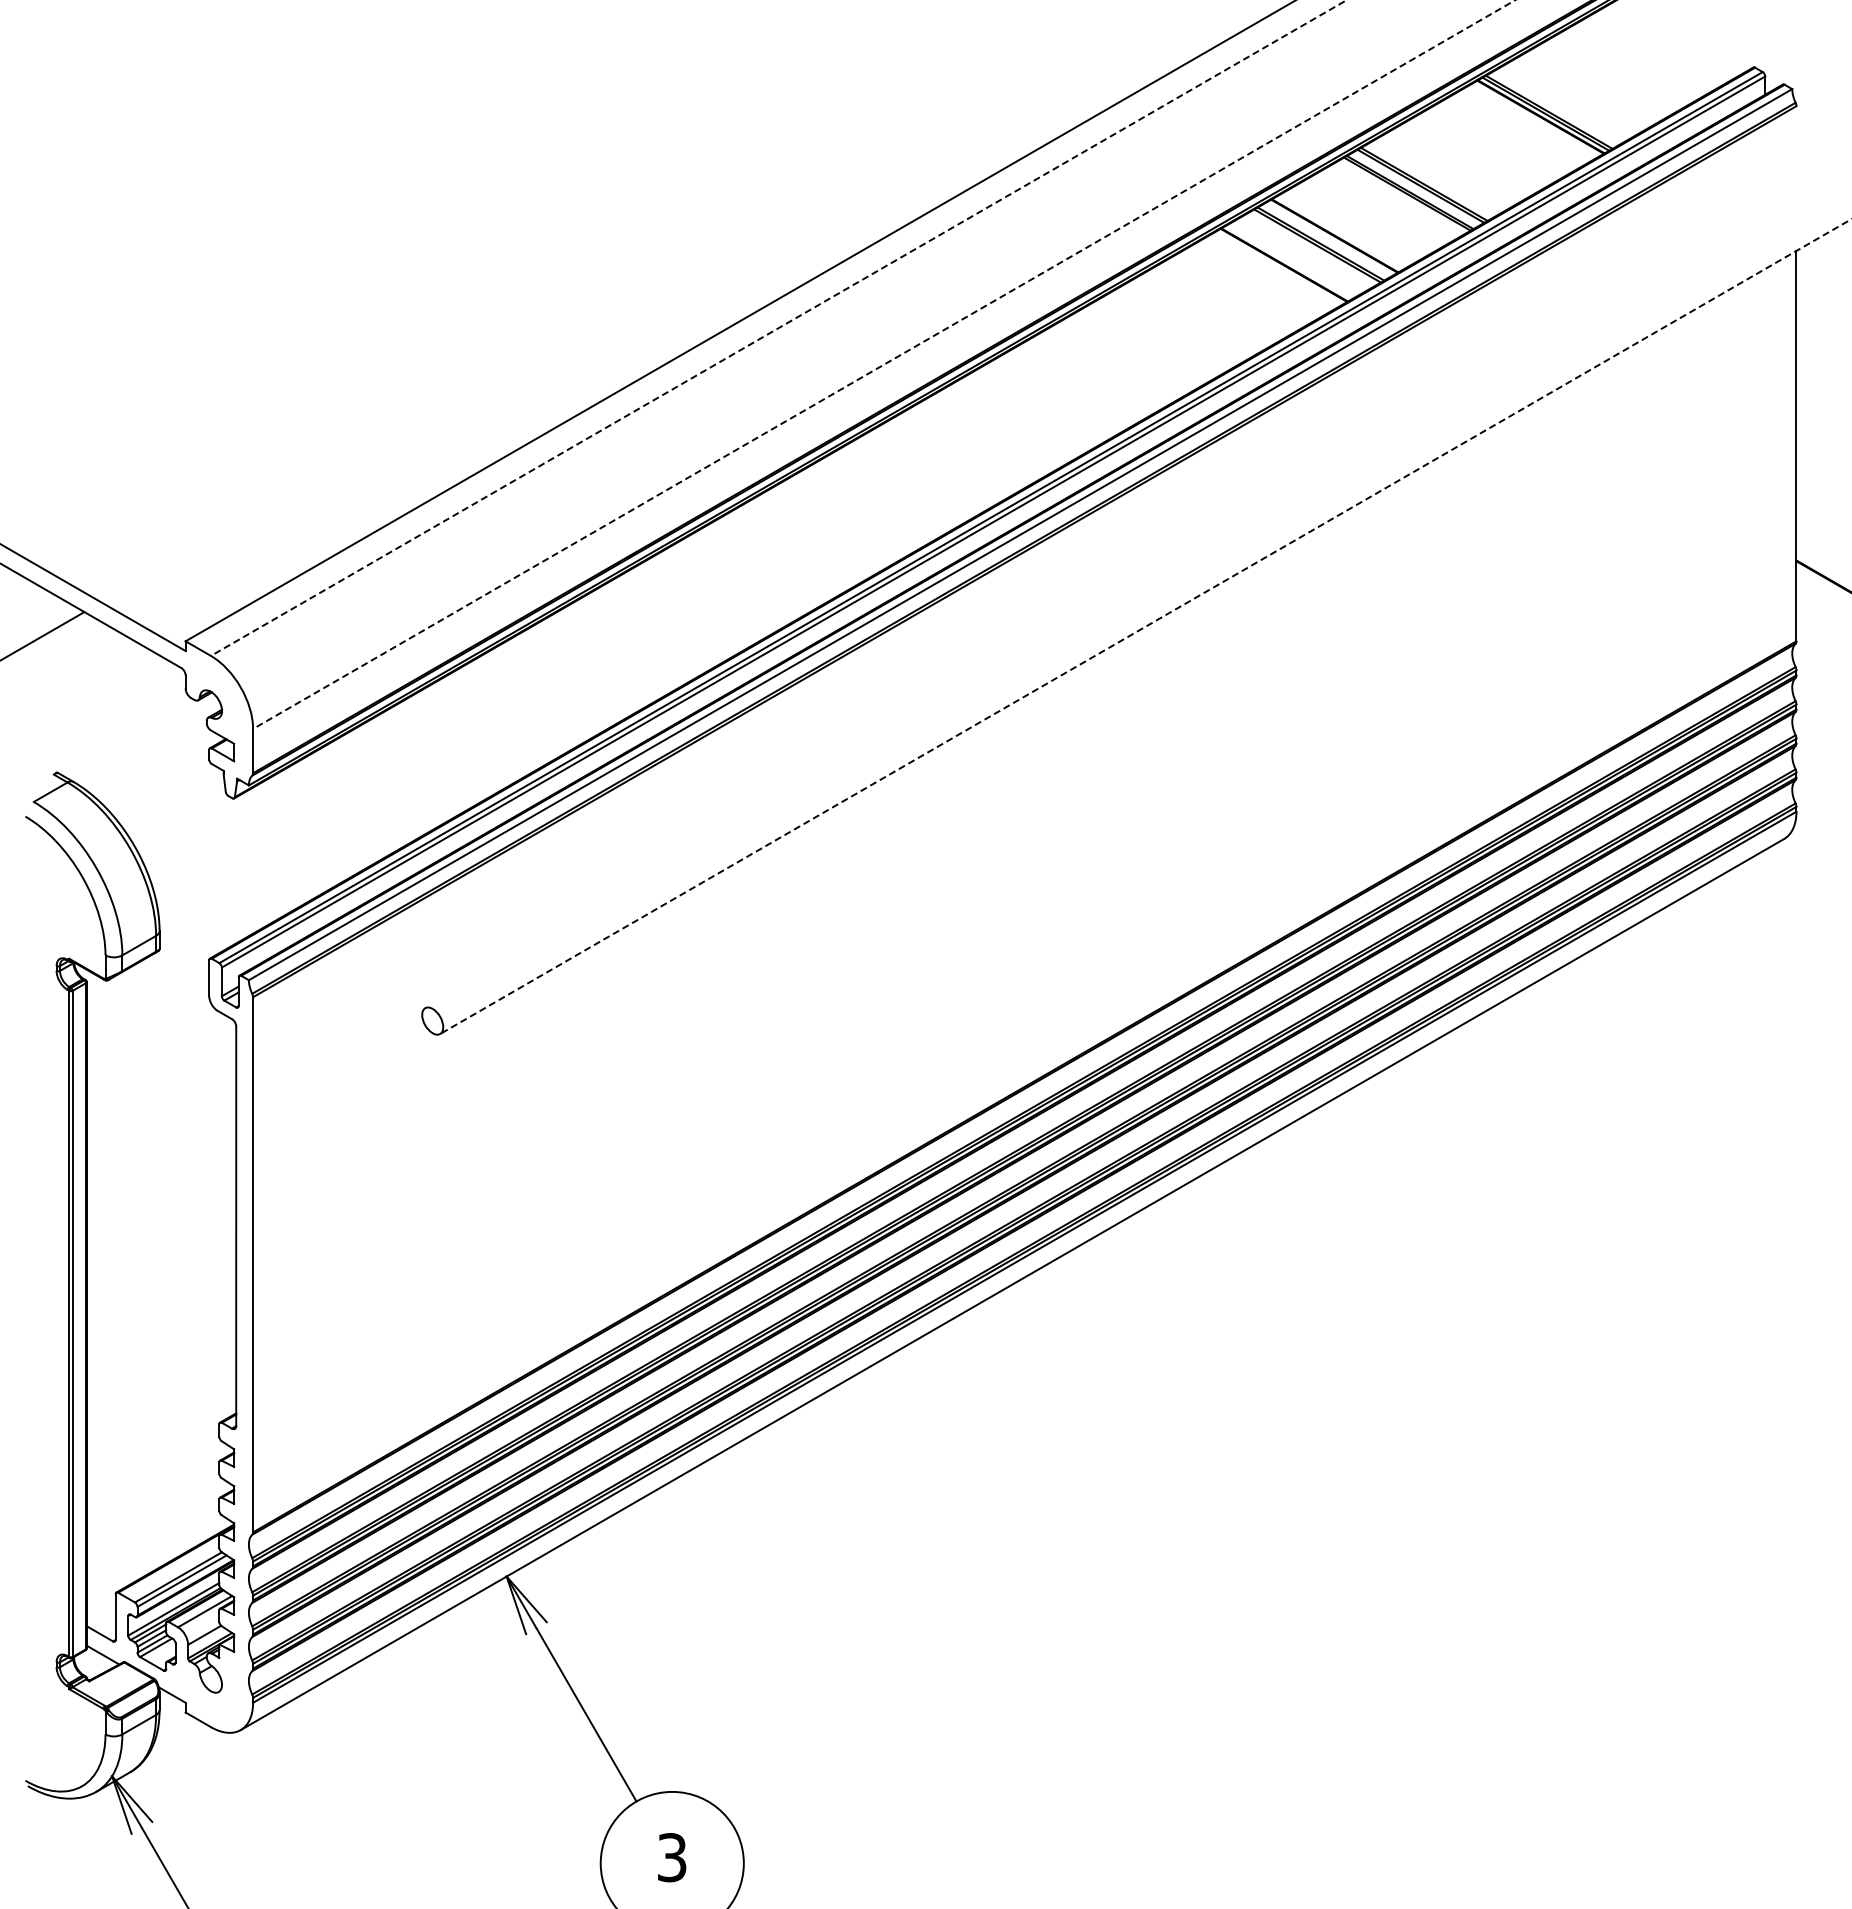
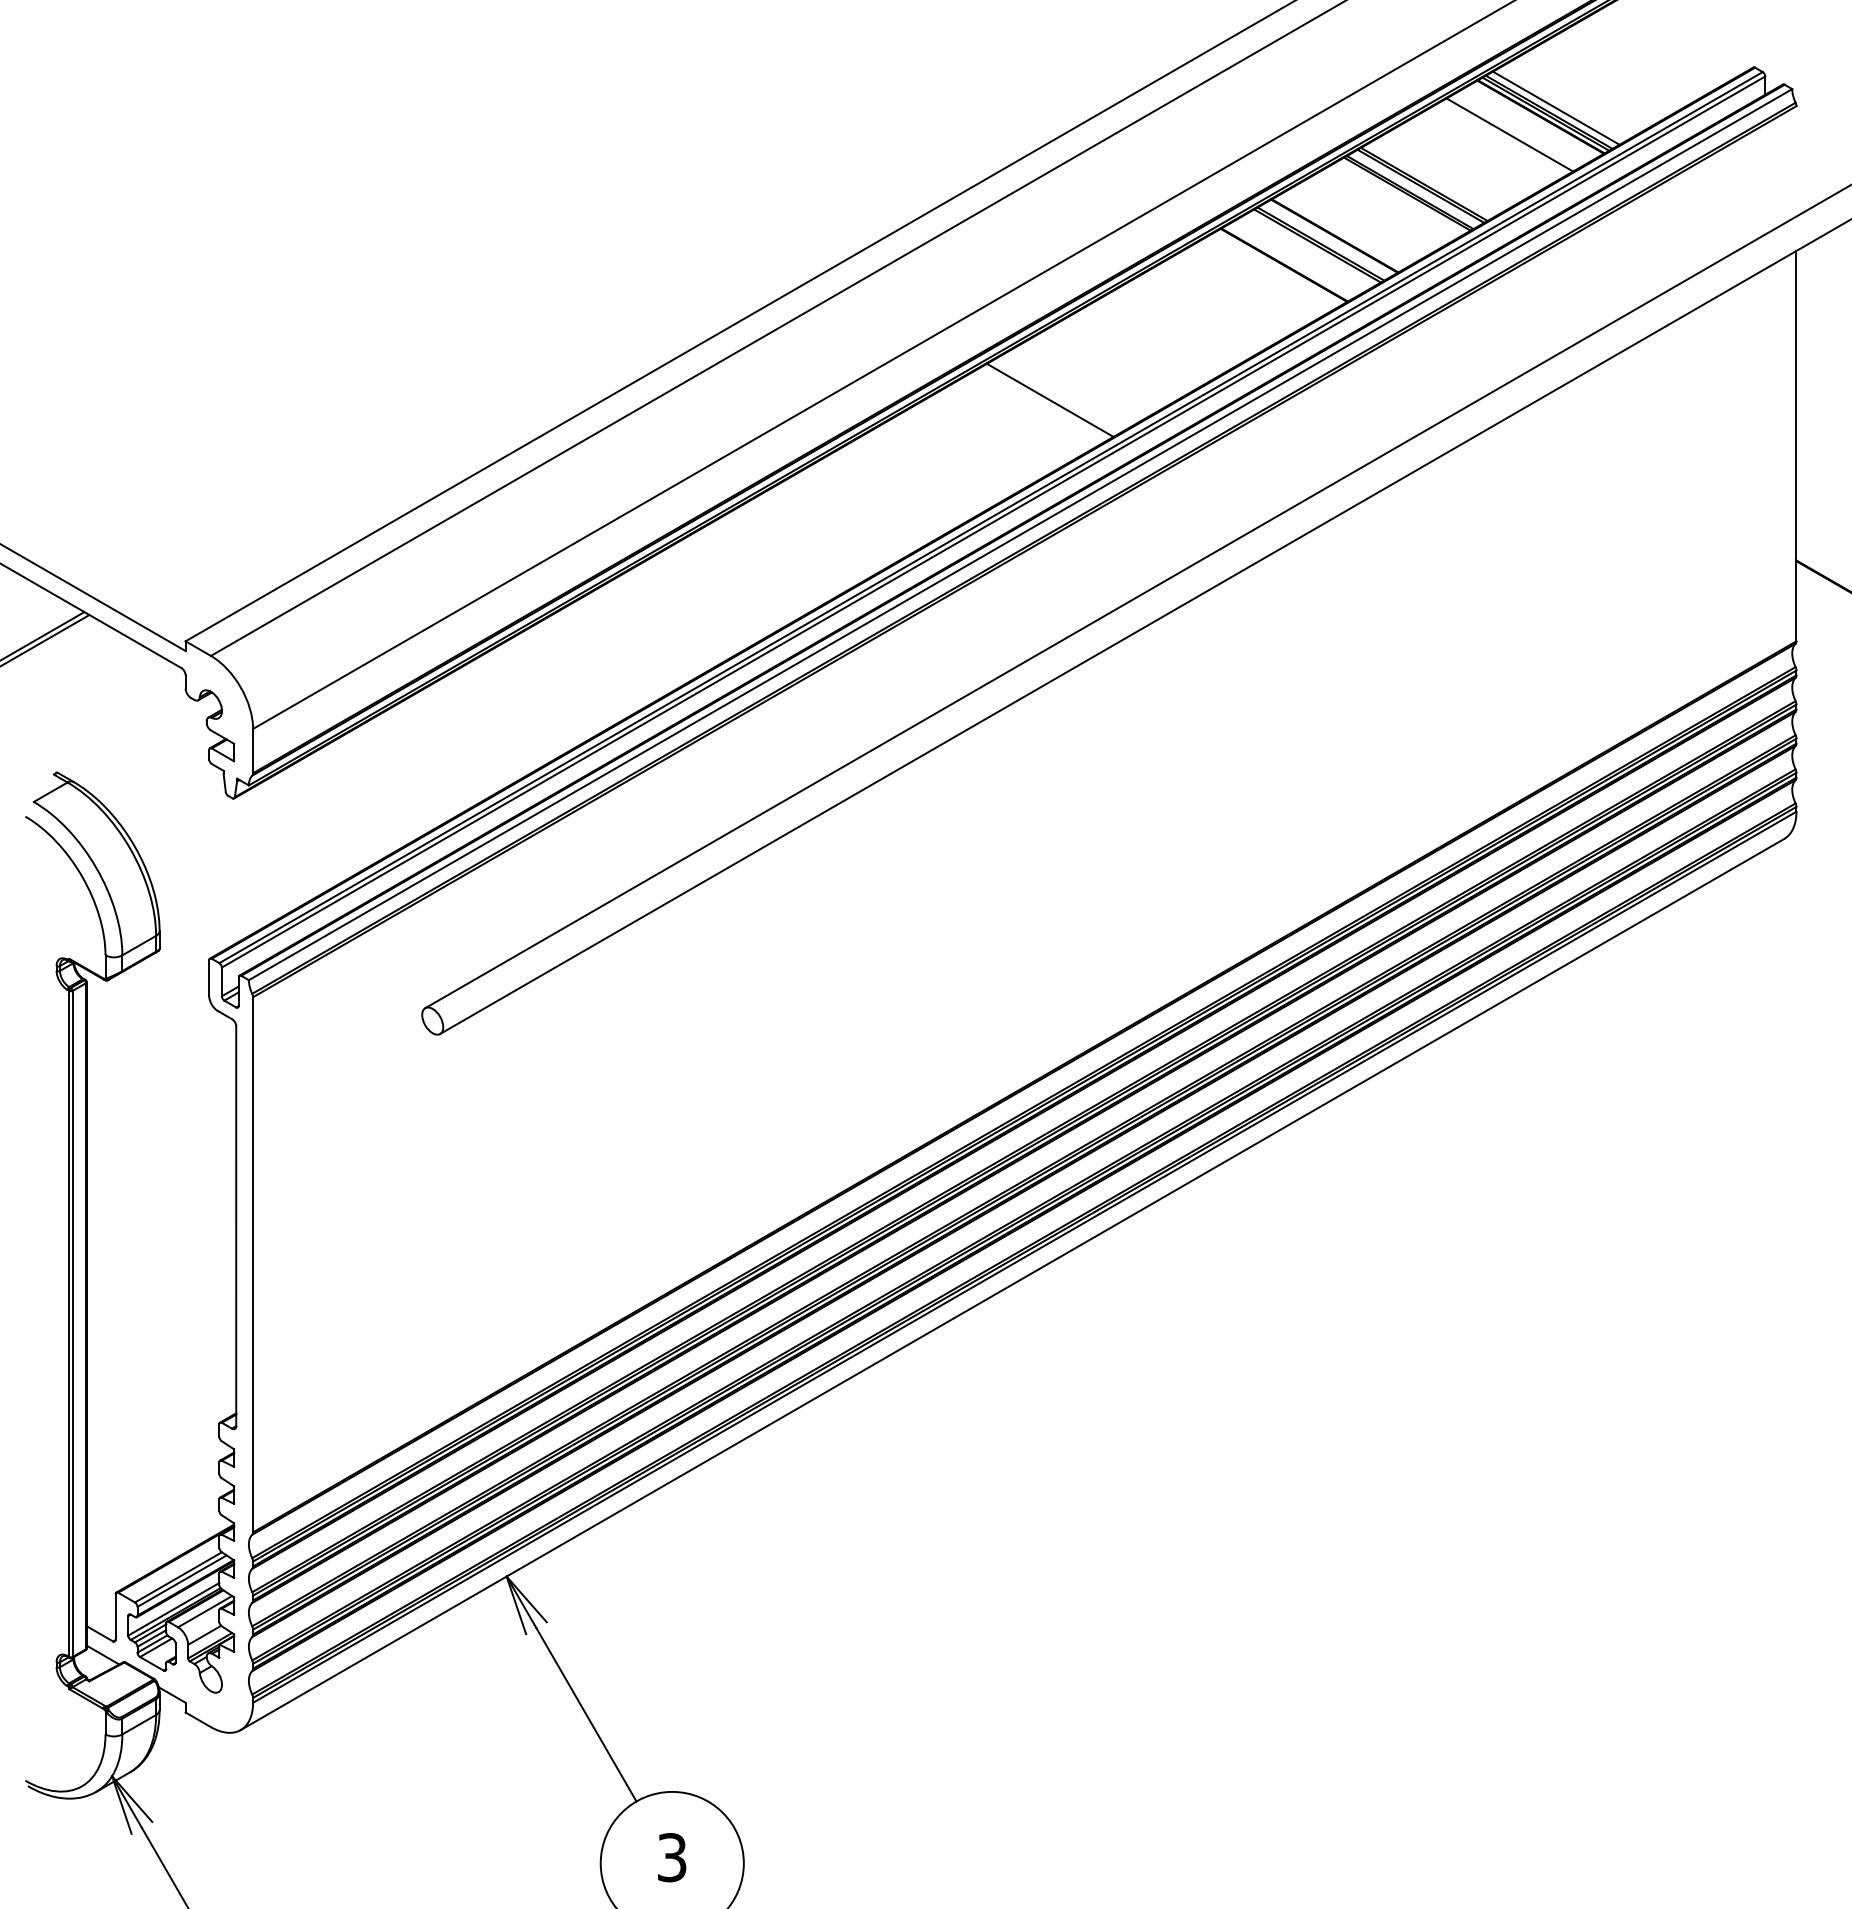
line at (1555, 107): none -> present
line at (1509, 134): none -> present
line at (778, 328): dashed -> solid
line at (884, 364): dashed -> solid
line at (1049, 399): none -> present
line at (1136, 597): none -> present
line at (1145, 626): dashed -> solid
line at (45, 640): none -> present
